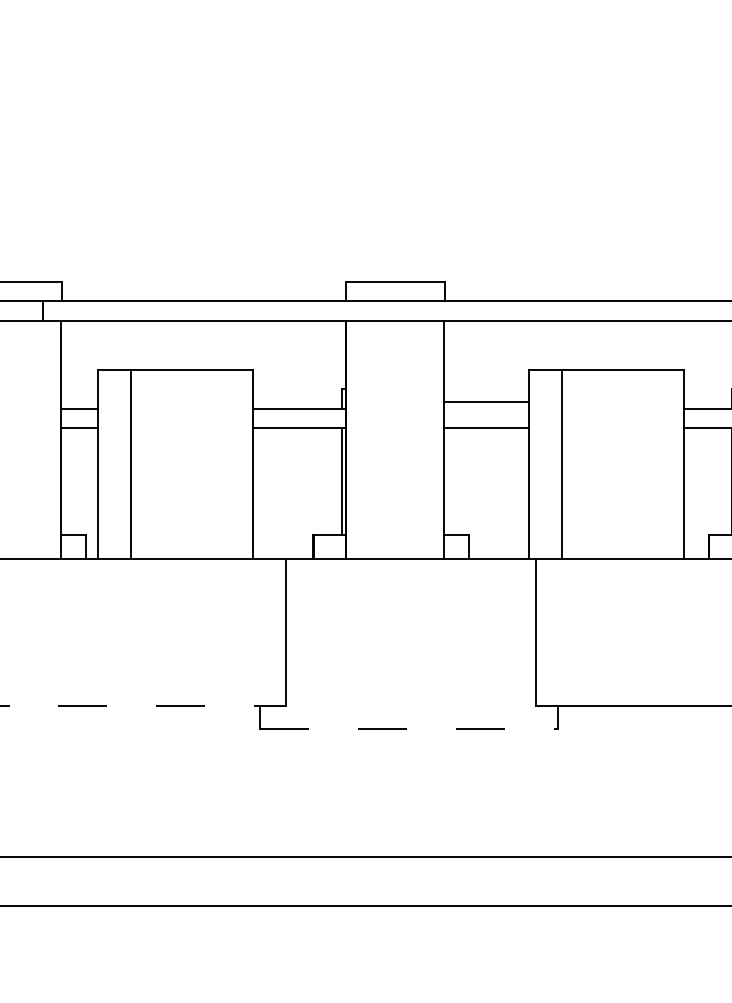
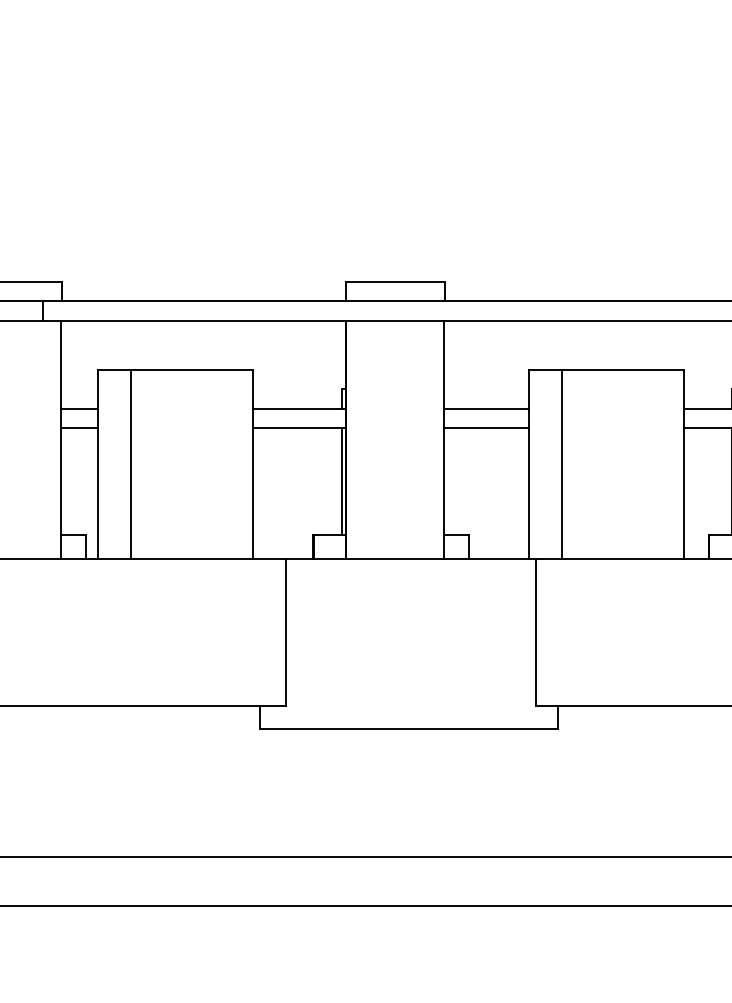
line at (486, 401) position: (486, 401) -> (486, 408)
line at (143, 705): dashed -> solid
line at (408, 729): dashed -> solid
